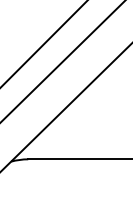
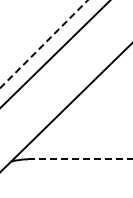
line at (43, 44): solid -> dashed
line at (62, 61) position: (62, 61) -> (55, 53)
line at (80, 159): solid -> dashed
